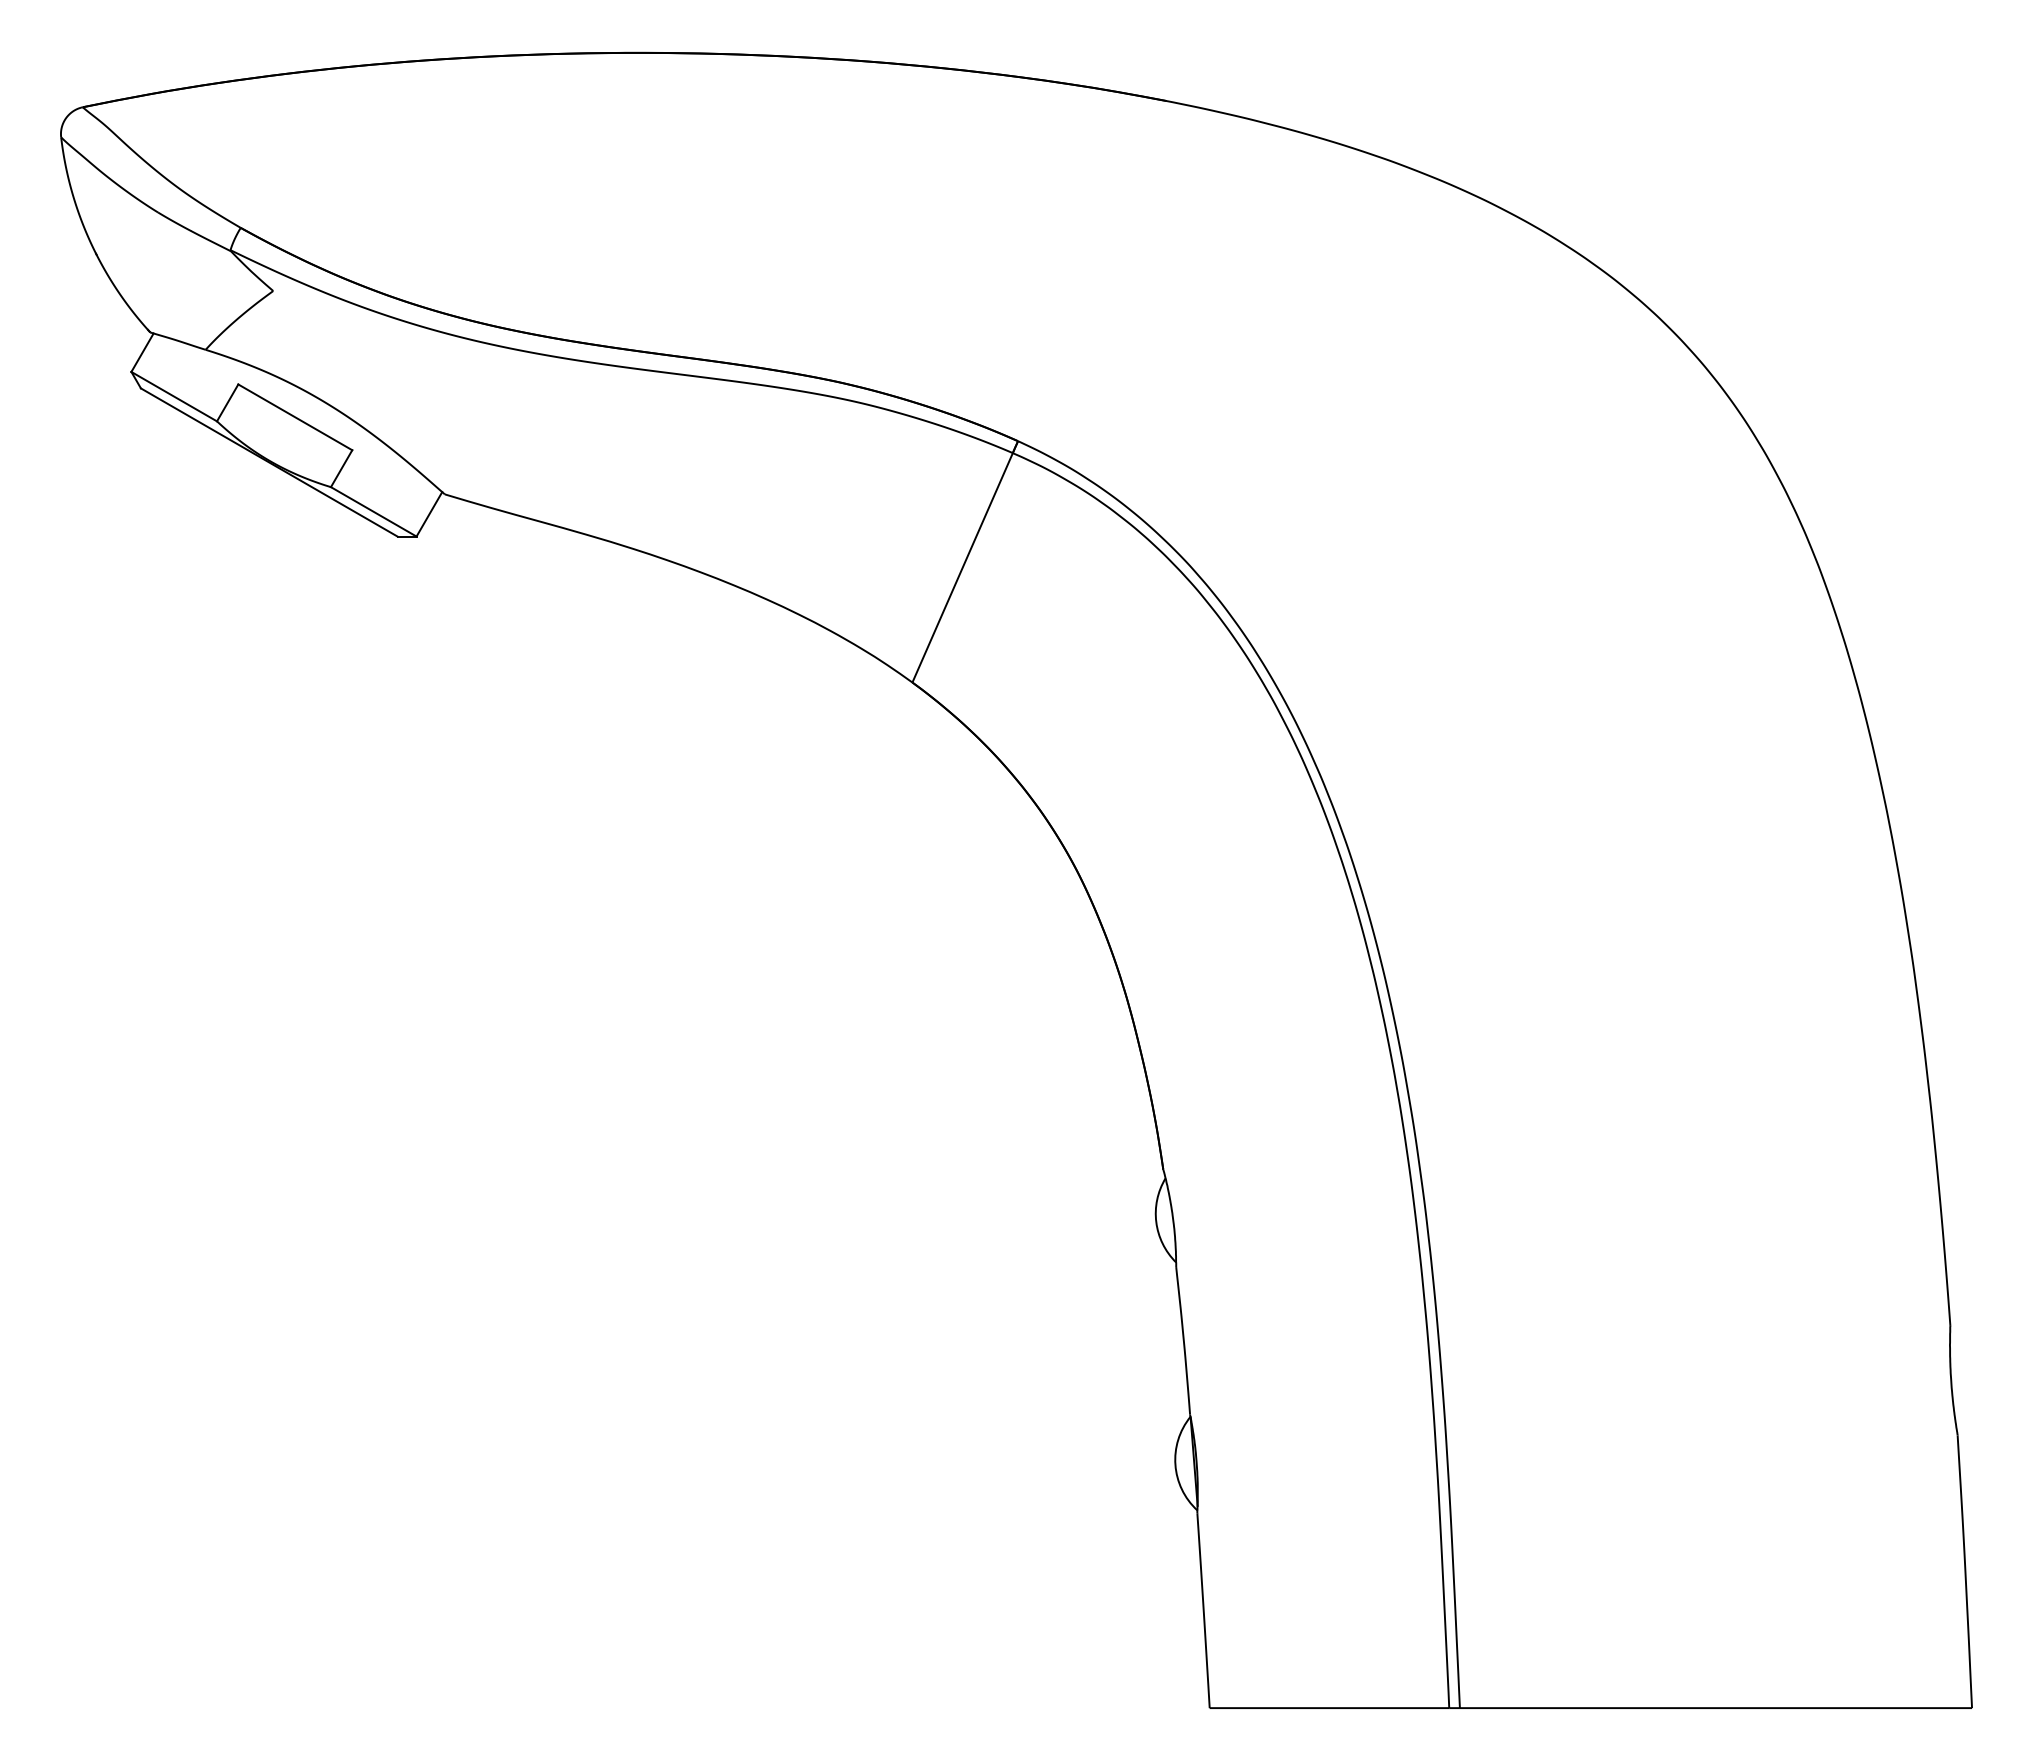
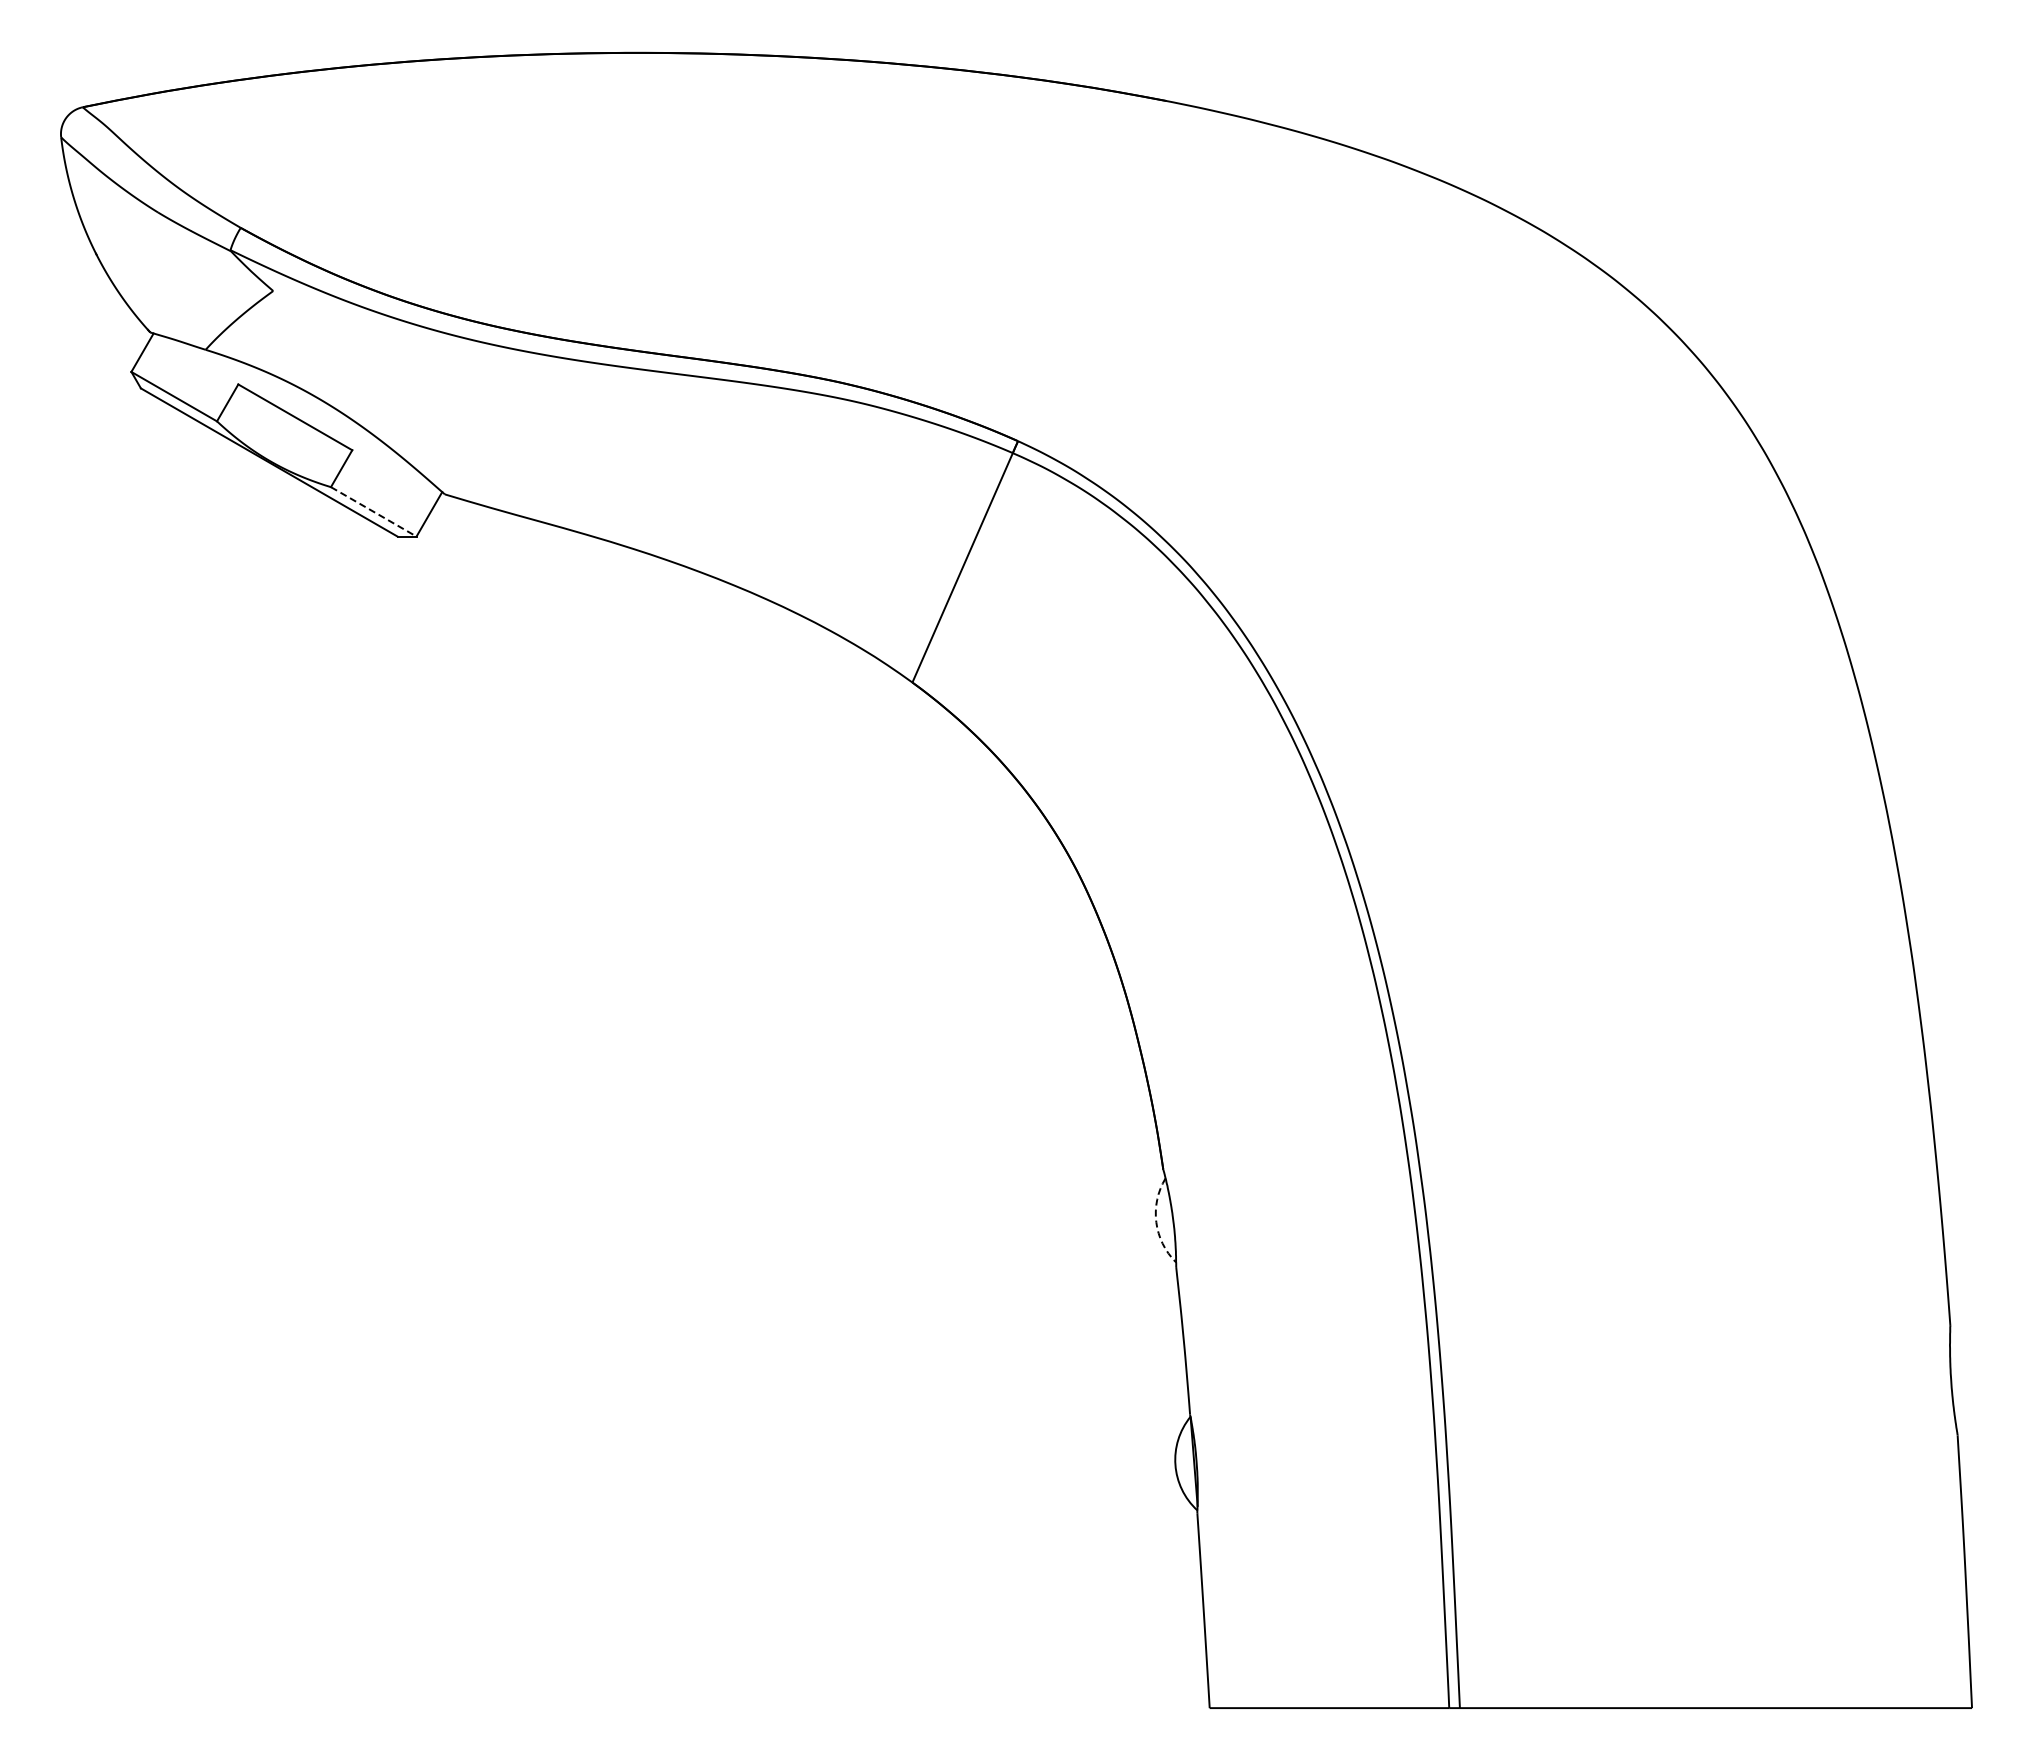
line at (374, 512): solid -> dashed
arc at (1156, 1222): solid -> dashed
